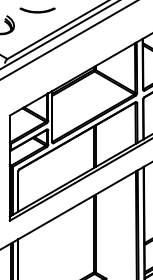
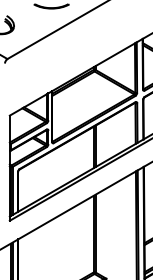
part at (37, 10) position: (37, 10) -> (51, 6)
line at (59, 35): present -> none
line at (68, 40): present -> none
